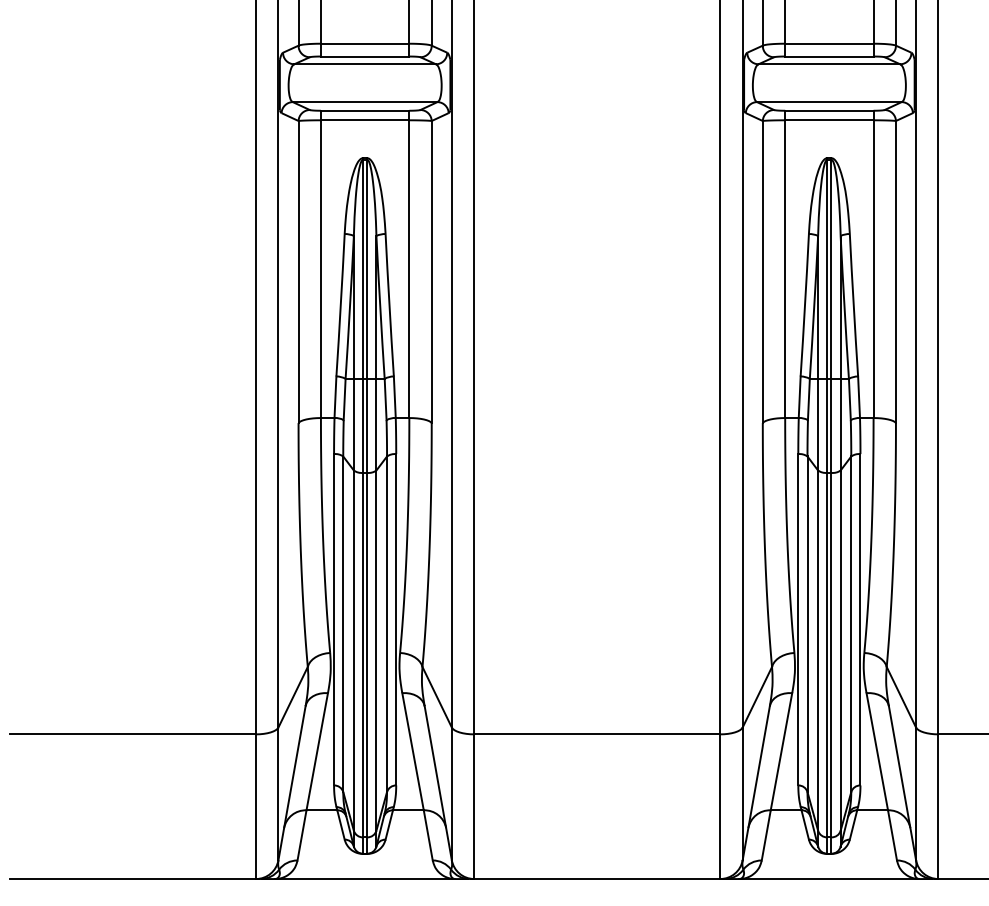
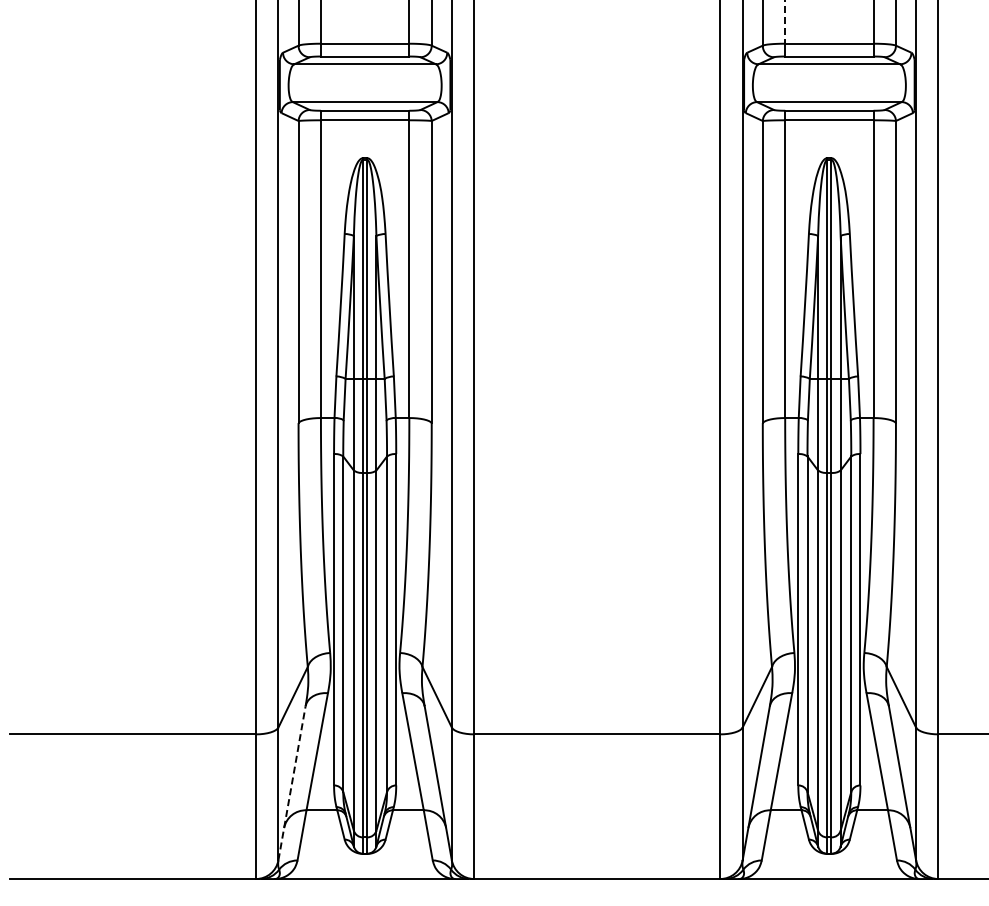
line at (785, 22): solid -> dashed
line at (292, 782): solid -> dashed
